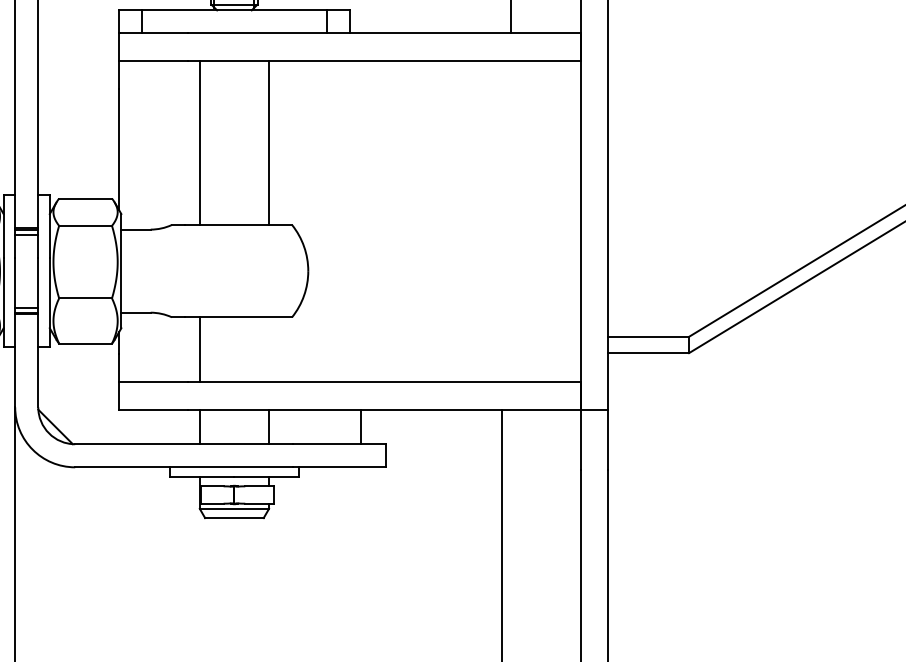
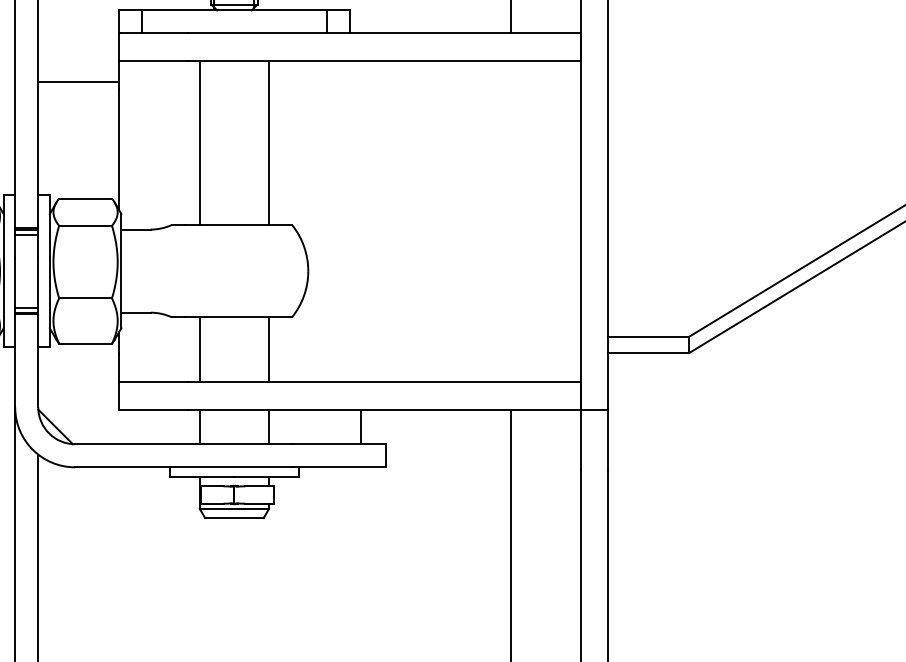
line at (78, 81): none -> present
line at (269, 349): none -> present
line at (502, 533) position: (502, 533) -> (511, 533)
line at (38, 556): none -> present
